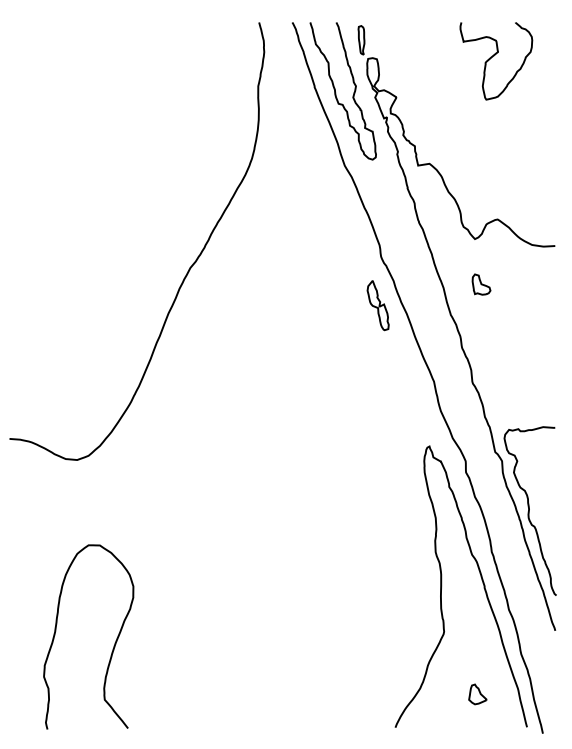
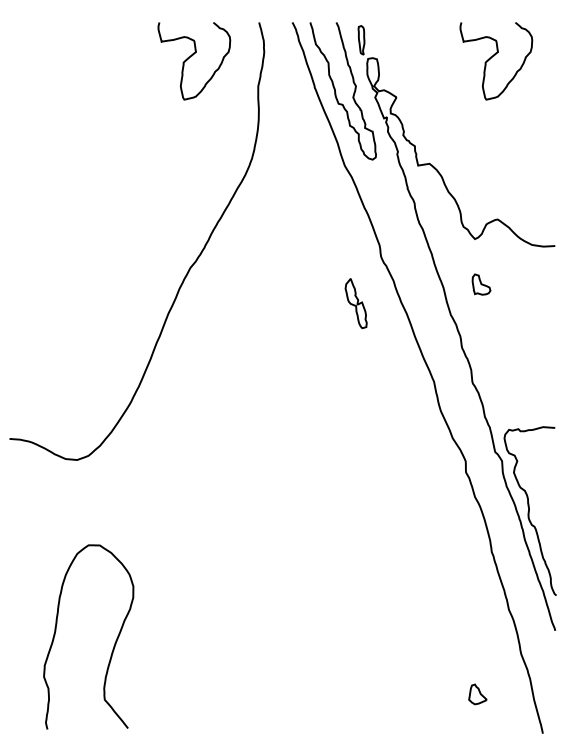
curve at (192, 56): none -> present
part at (377, 305) position: (377, 305) -> (355, 303)
curve at (442, 586): present -> none
